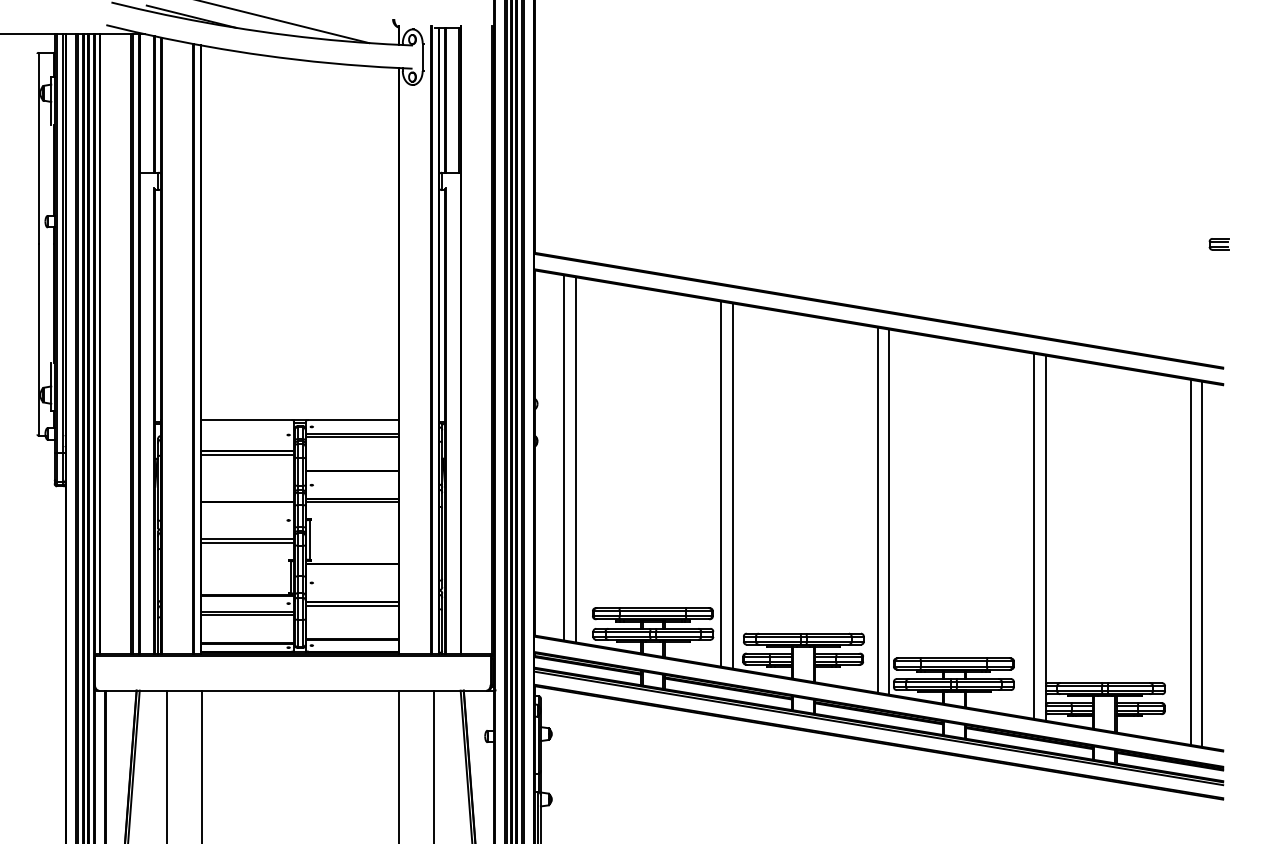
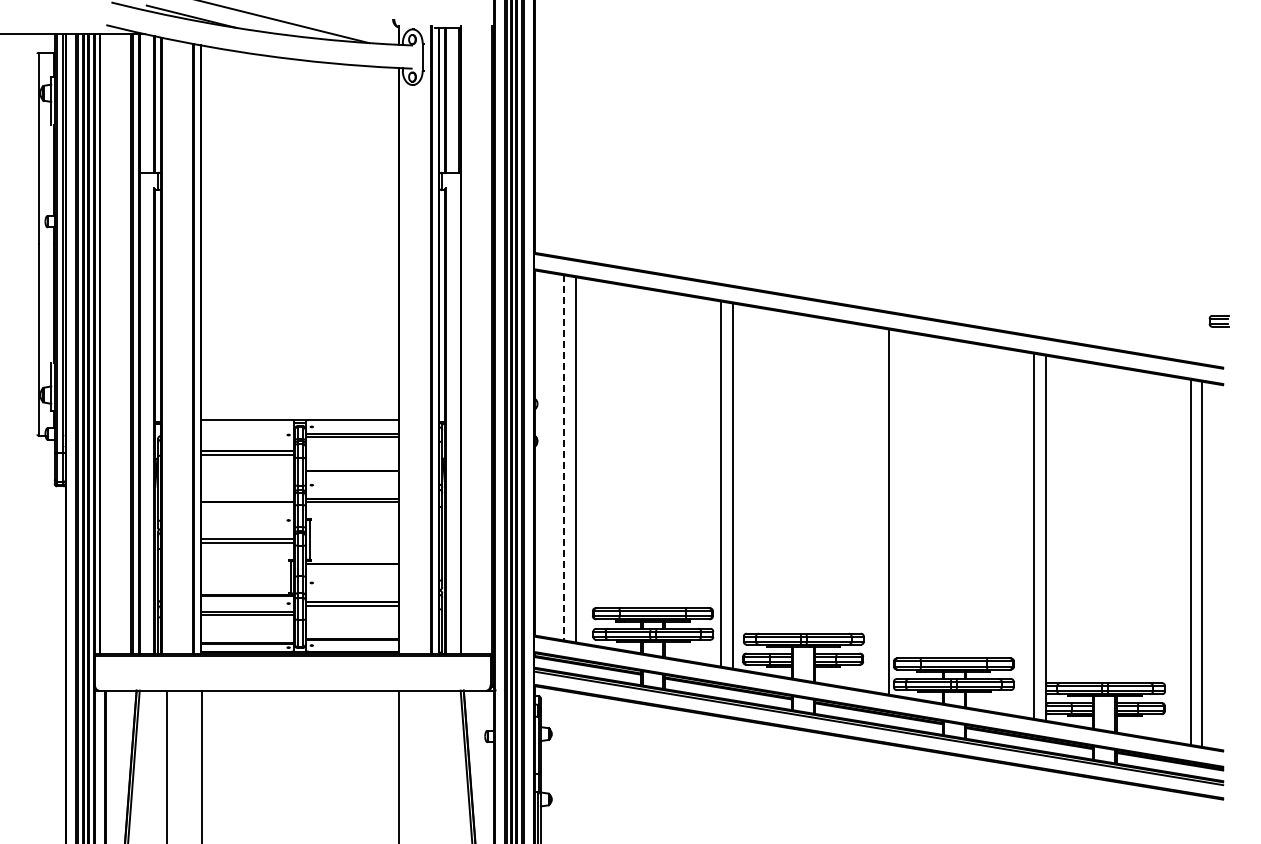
part at (1218, 244) position: (1218, 244) -> (1218, 321)
line at (564, 457): solid -> dashed
line at (877, 509): present -> none
line at (433, 765): present -> none
